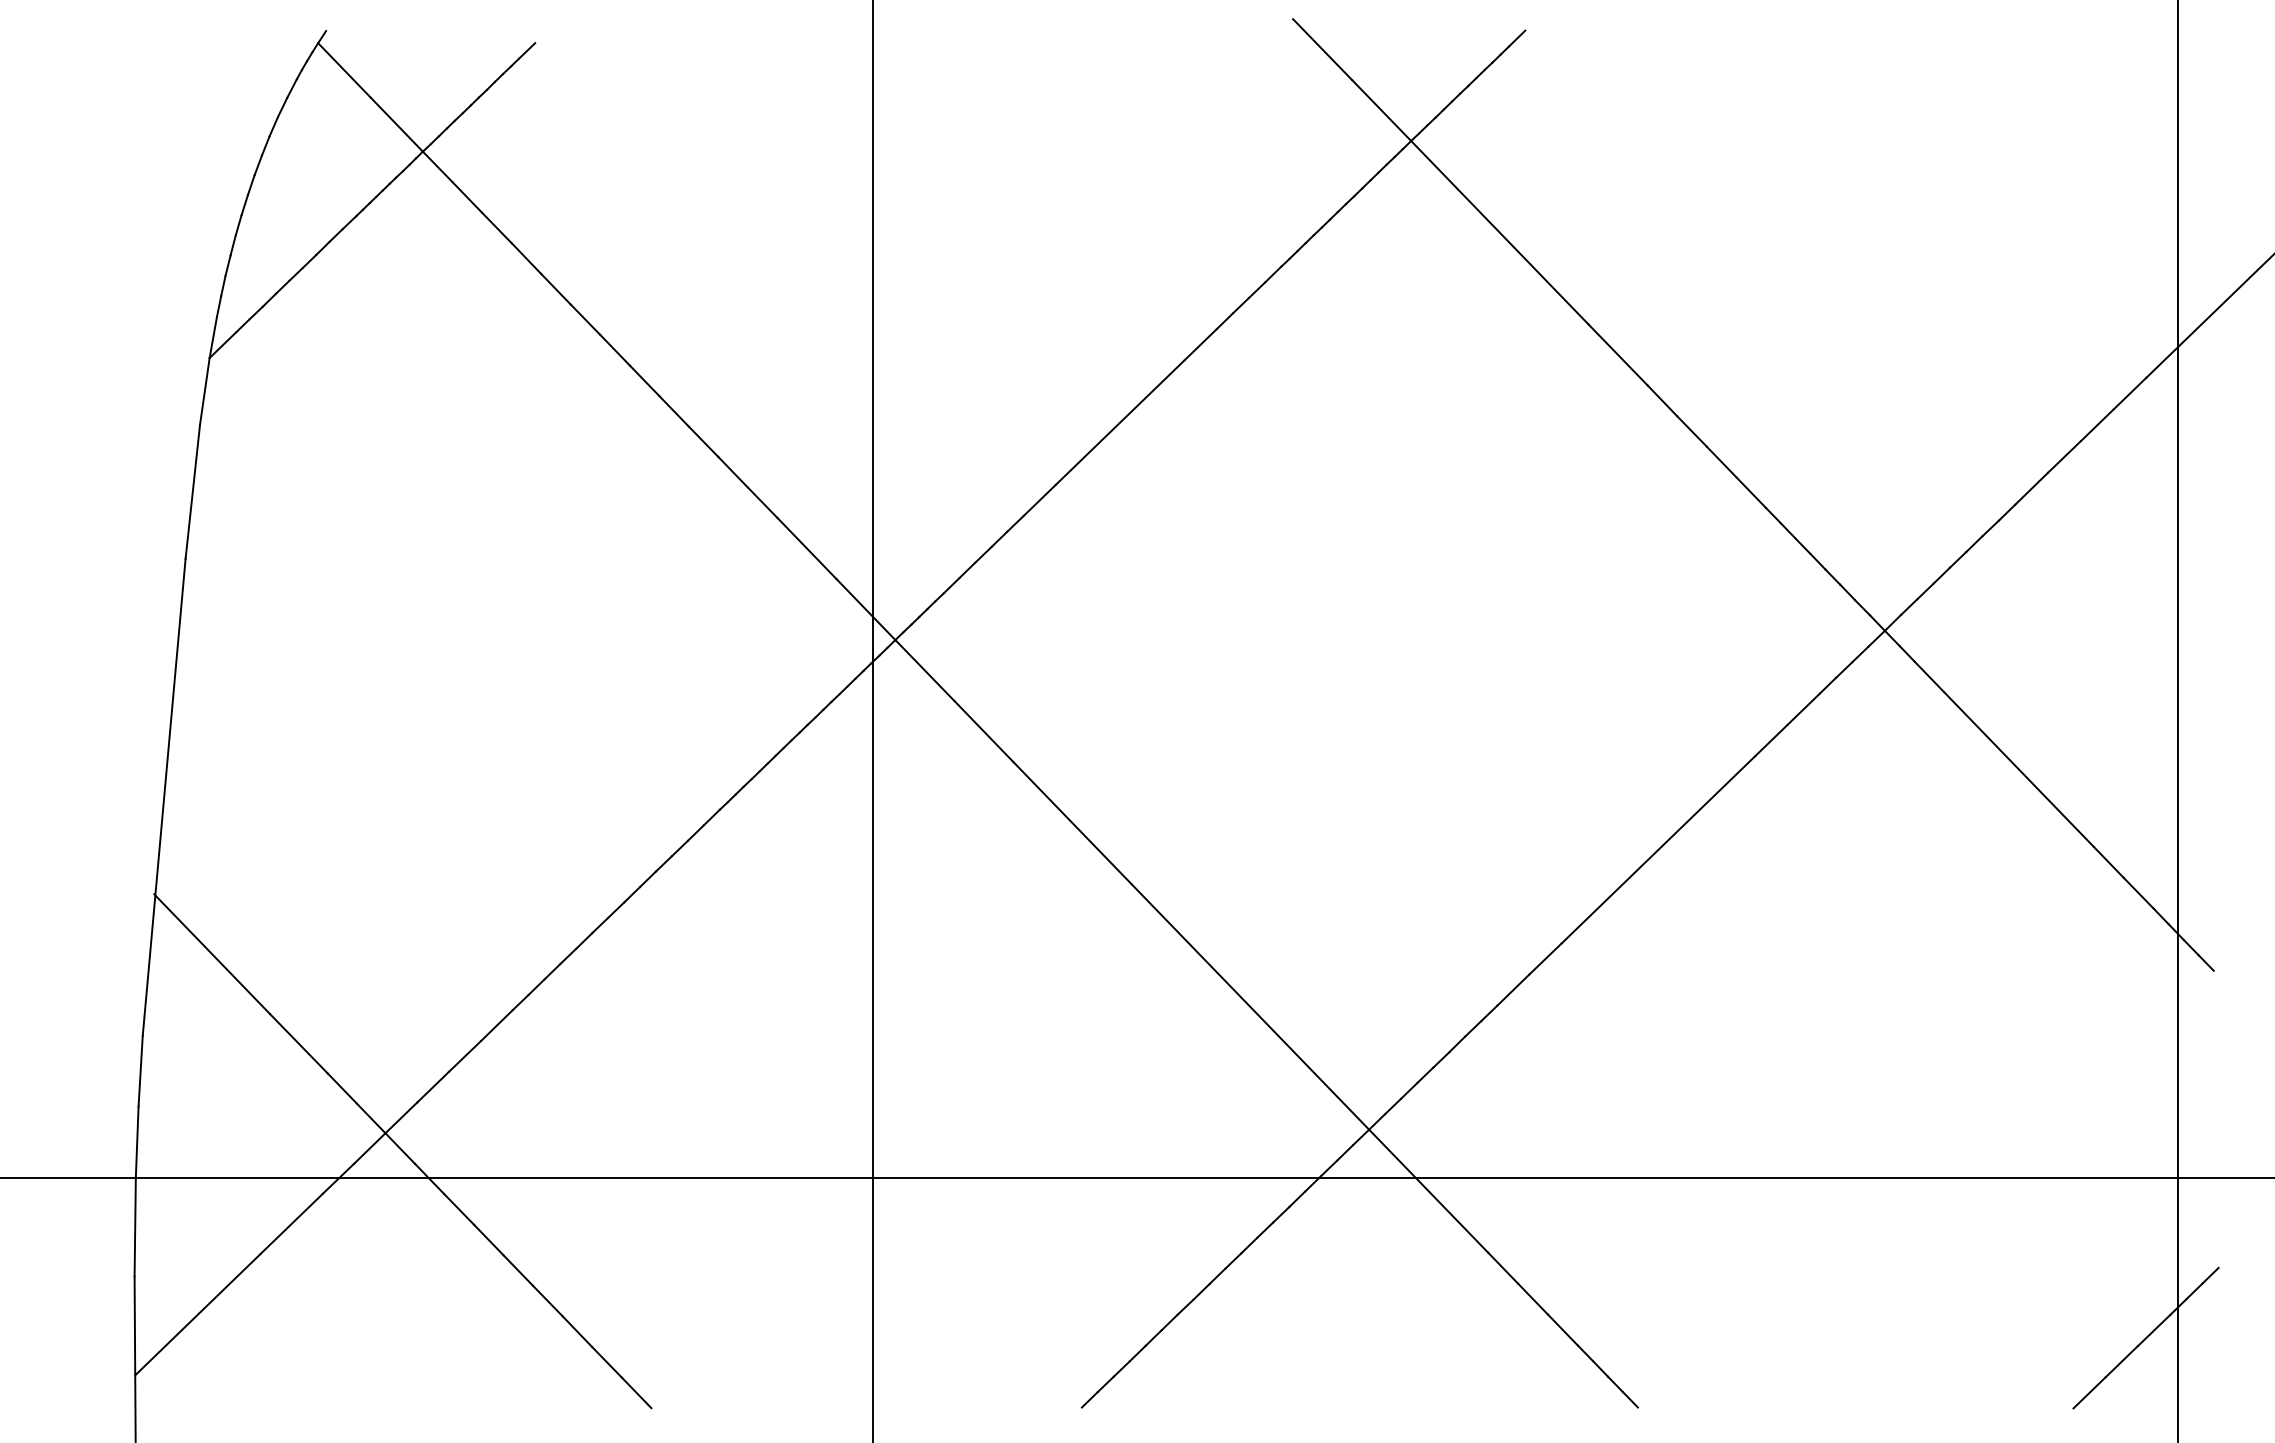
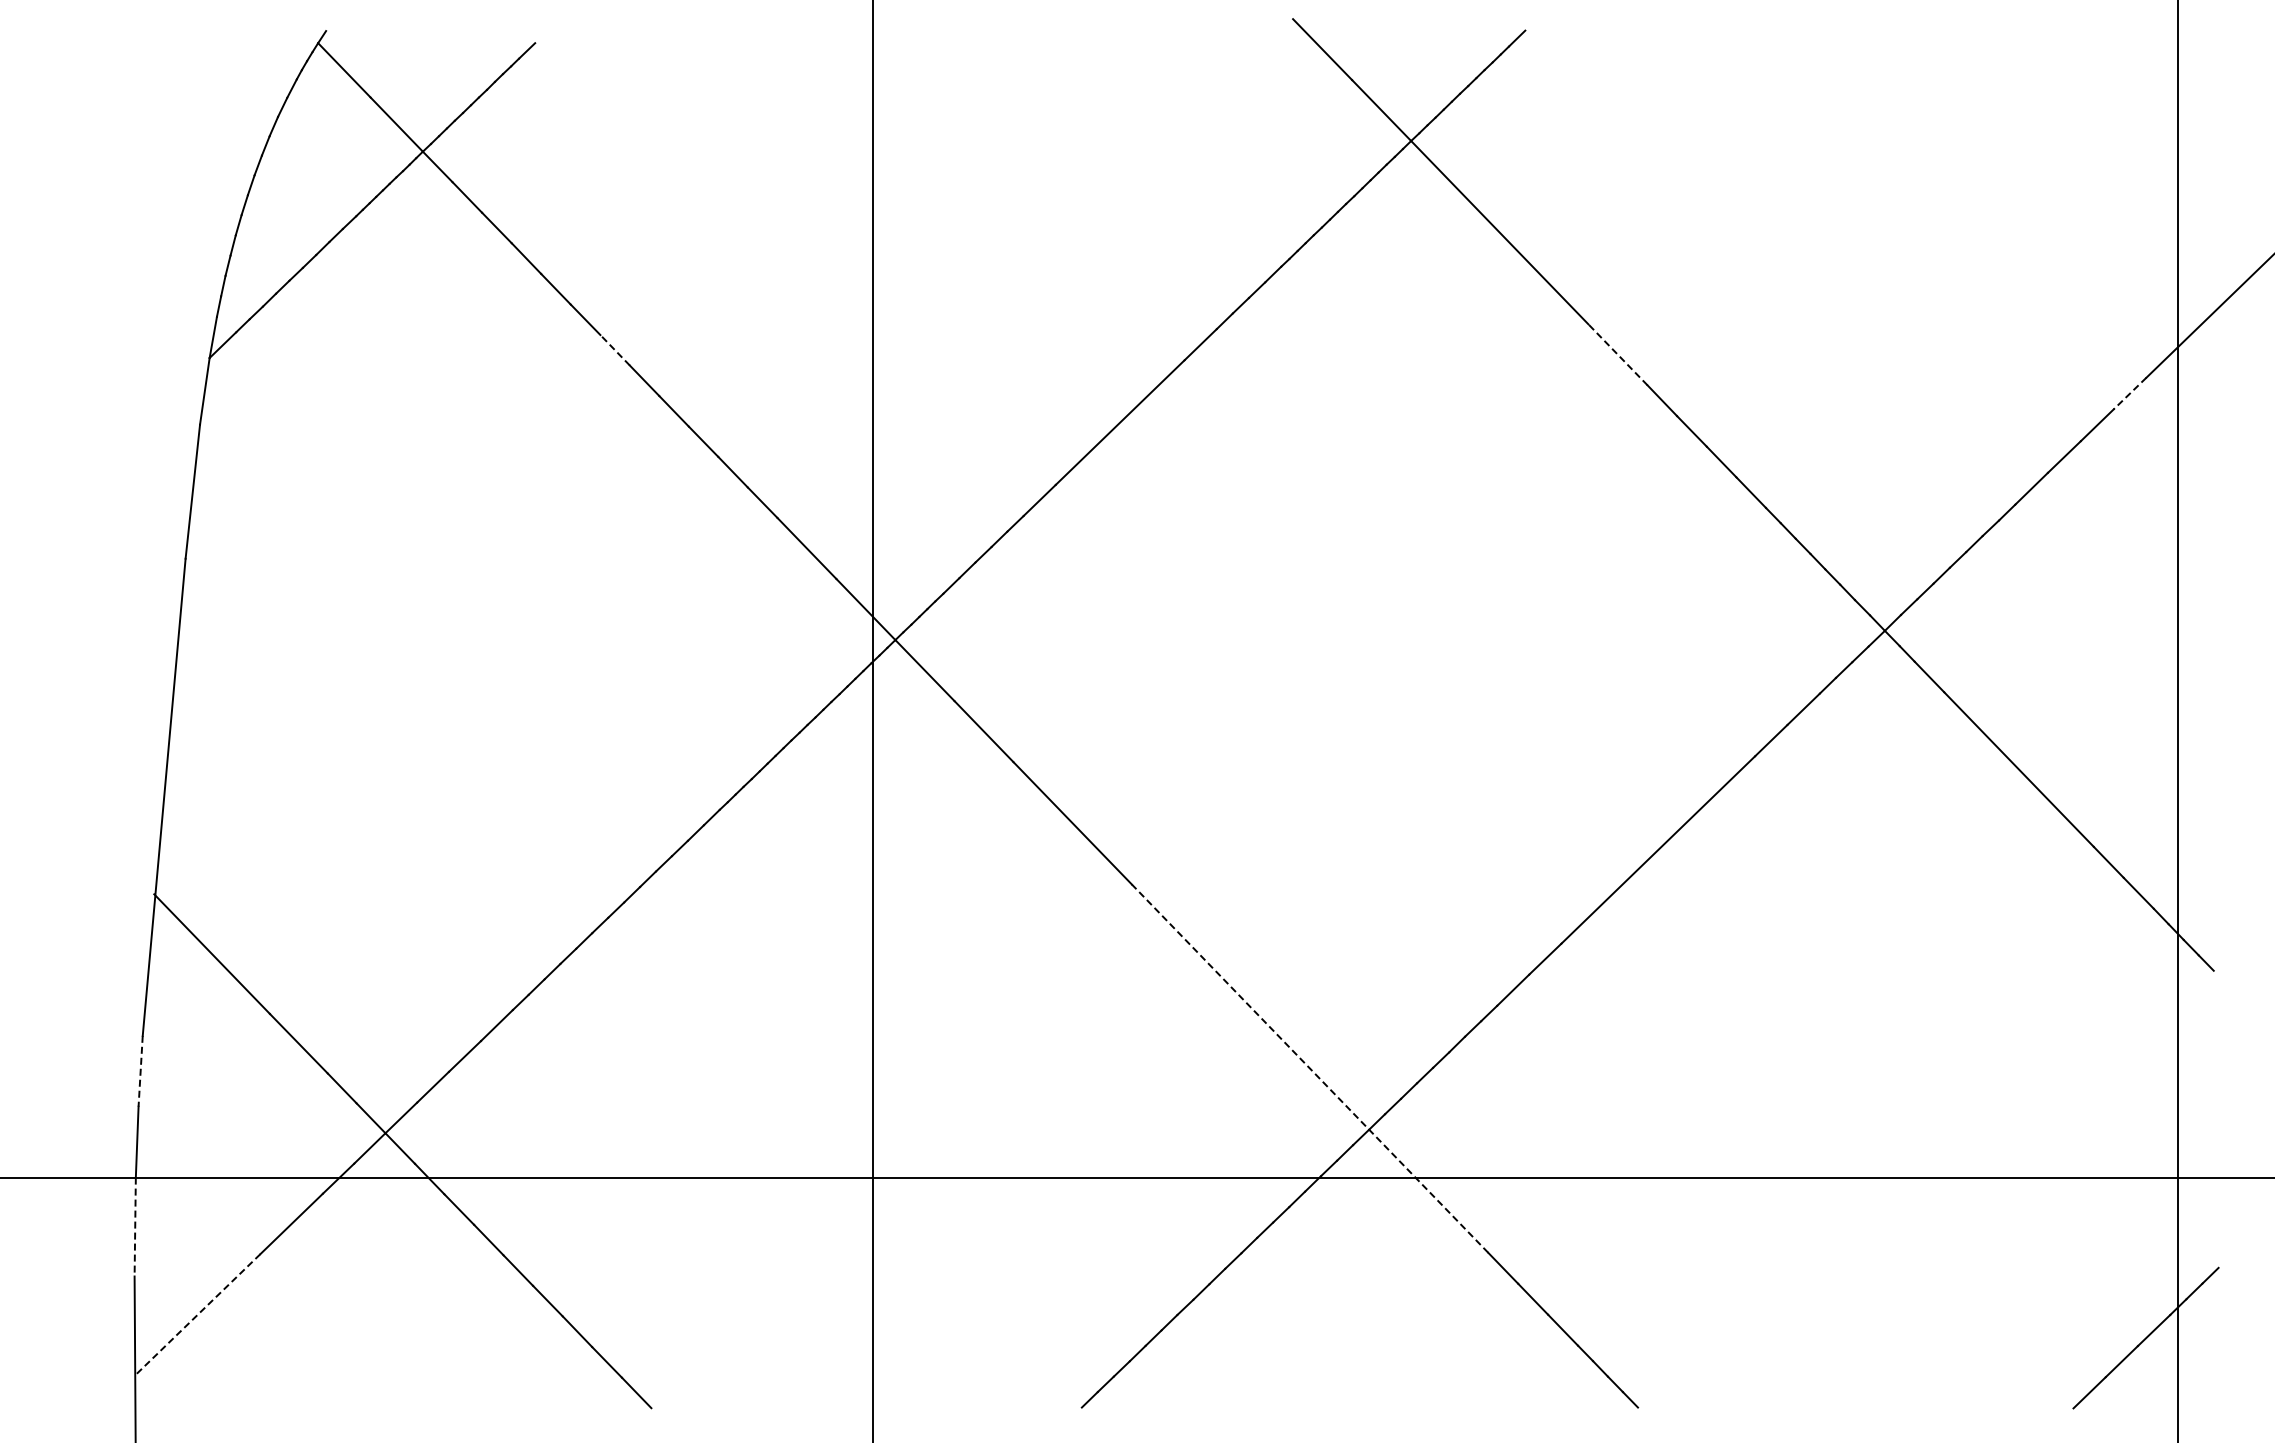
line at (614, 349): solid -> dashed
line at (1618, 354): solid -> dashed
line at (2130, 393): solid -> dashed
line at (1309, 1068): solid -> dashed
line at (140, 1071): solid -> dashed
line at (135, 1227): solid -> dashed
line at (197, 1314): solid -> dashed
